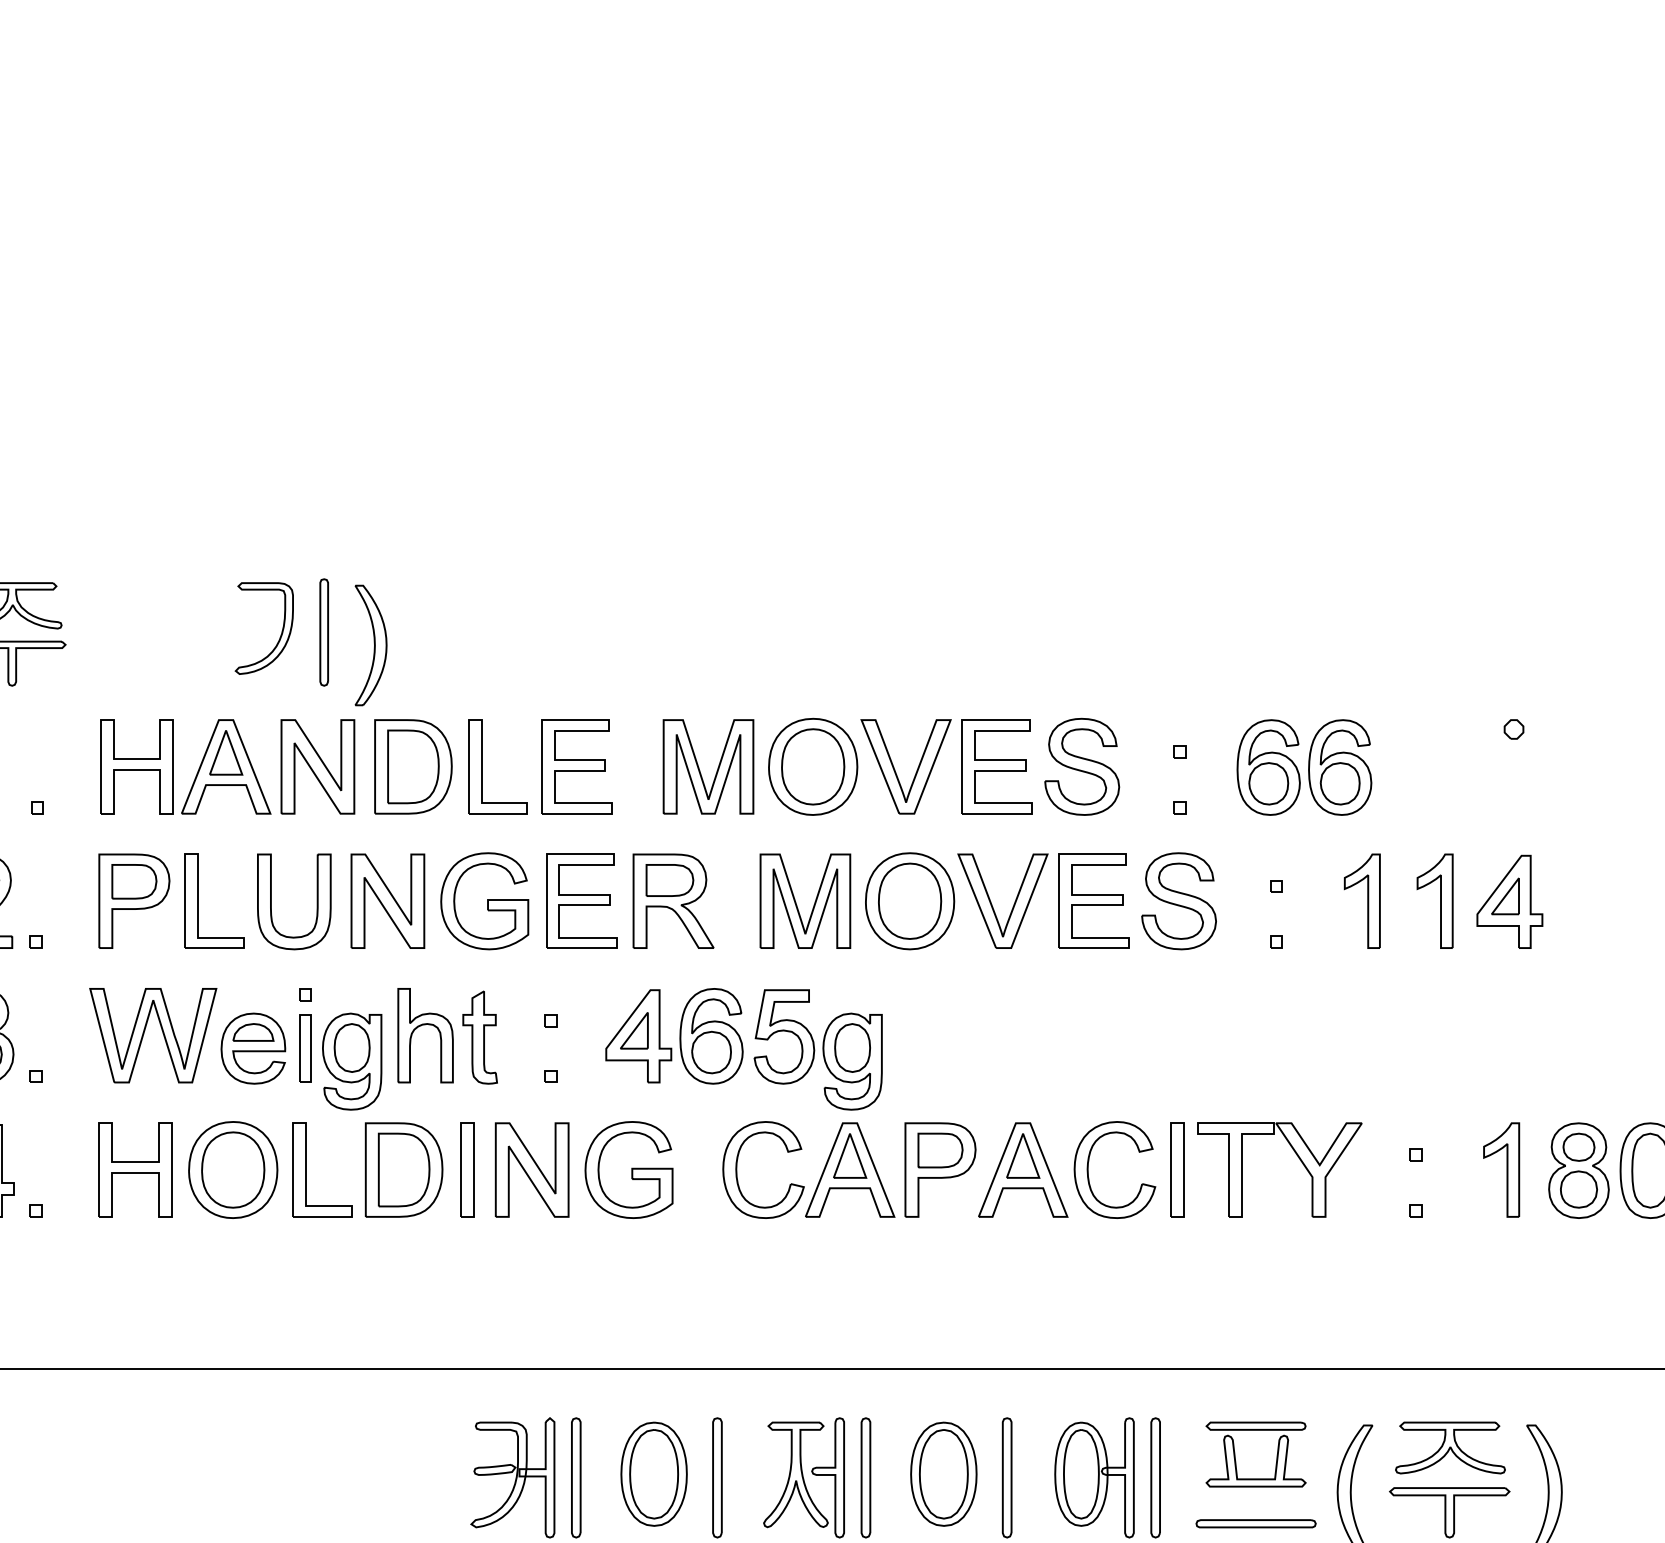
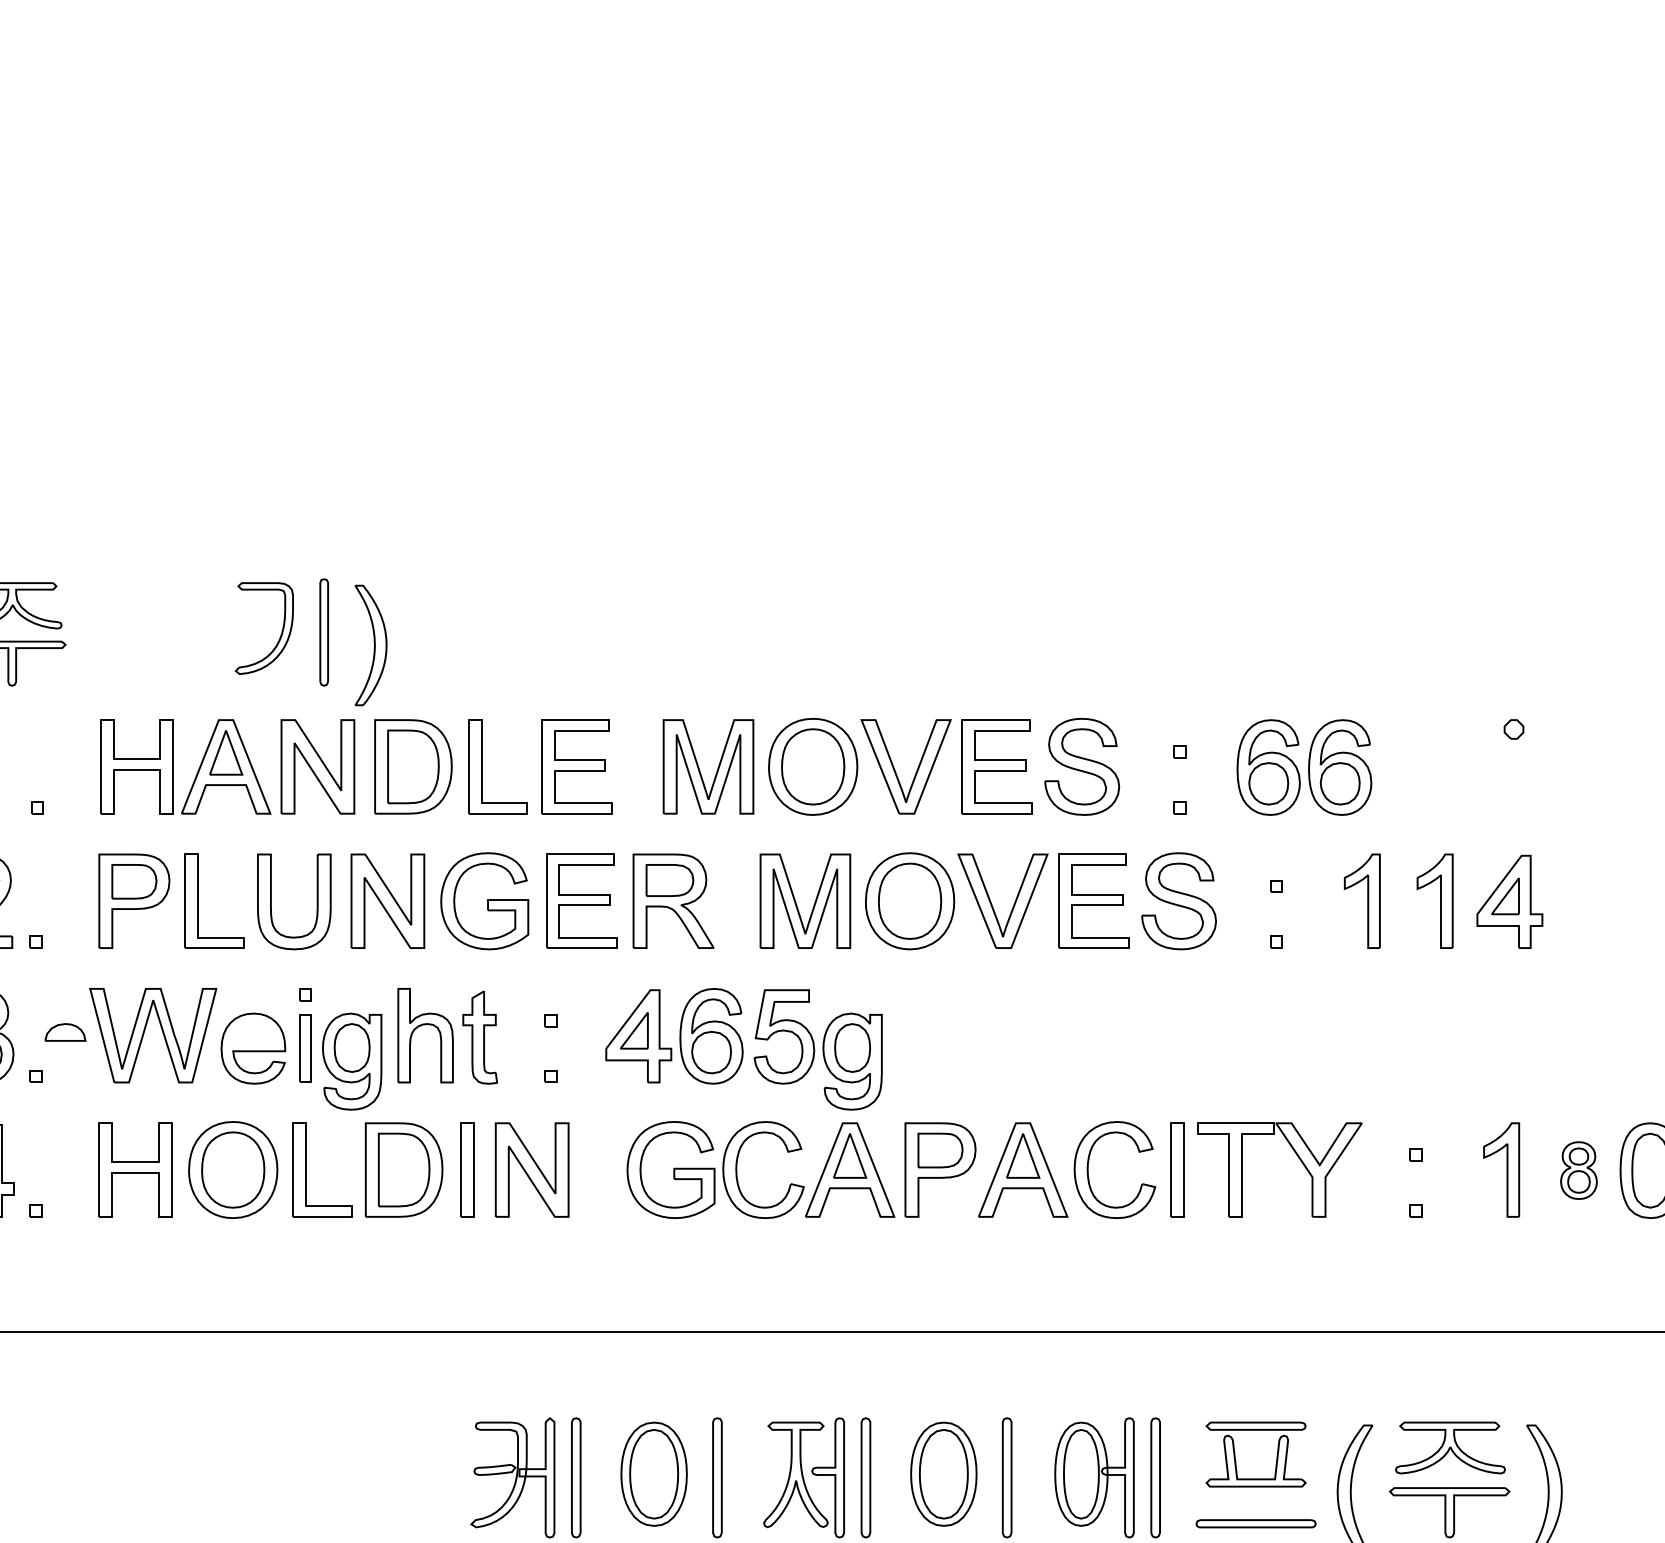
part at (253, 1032) position: (253, 1032) -> (65, 1032)
part at (628, 1169) position: (628, 1169) -> (670, 1169)
part at (1578, 1170) size: 62x97 px -> 38x59 px
line at (831, 1369) position: (831, 1369) -> (831, 1332)
